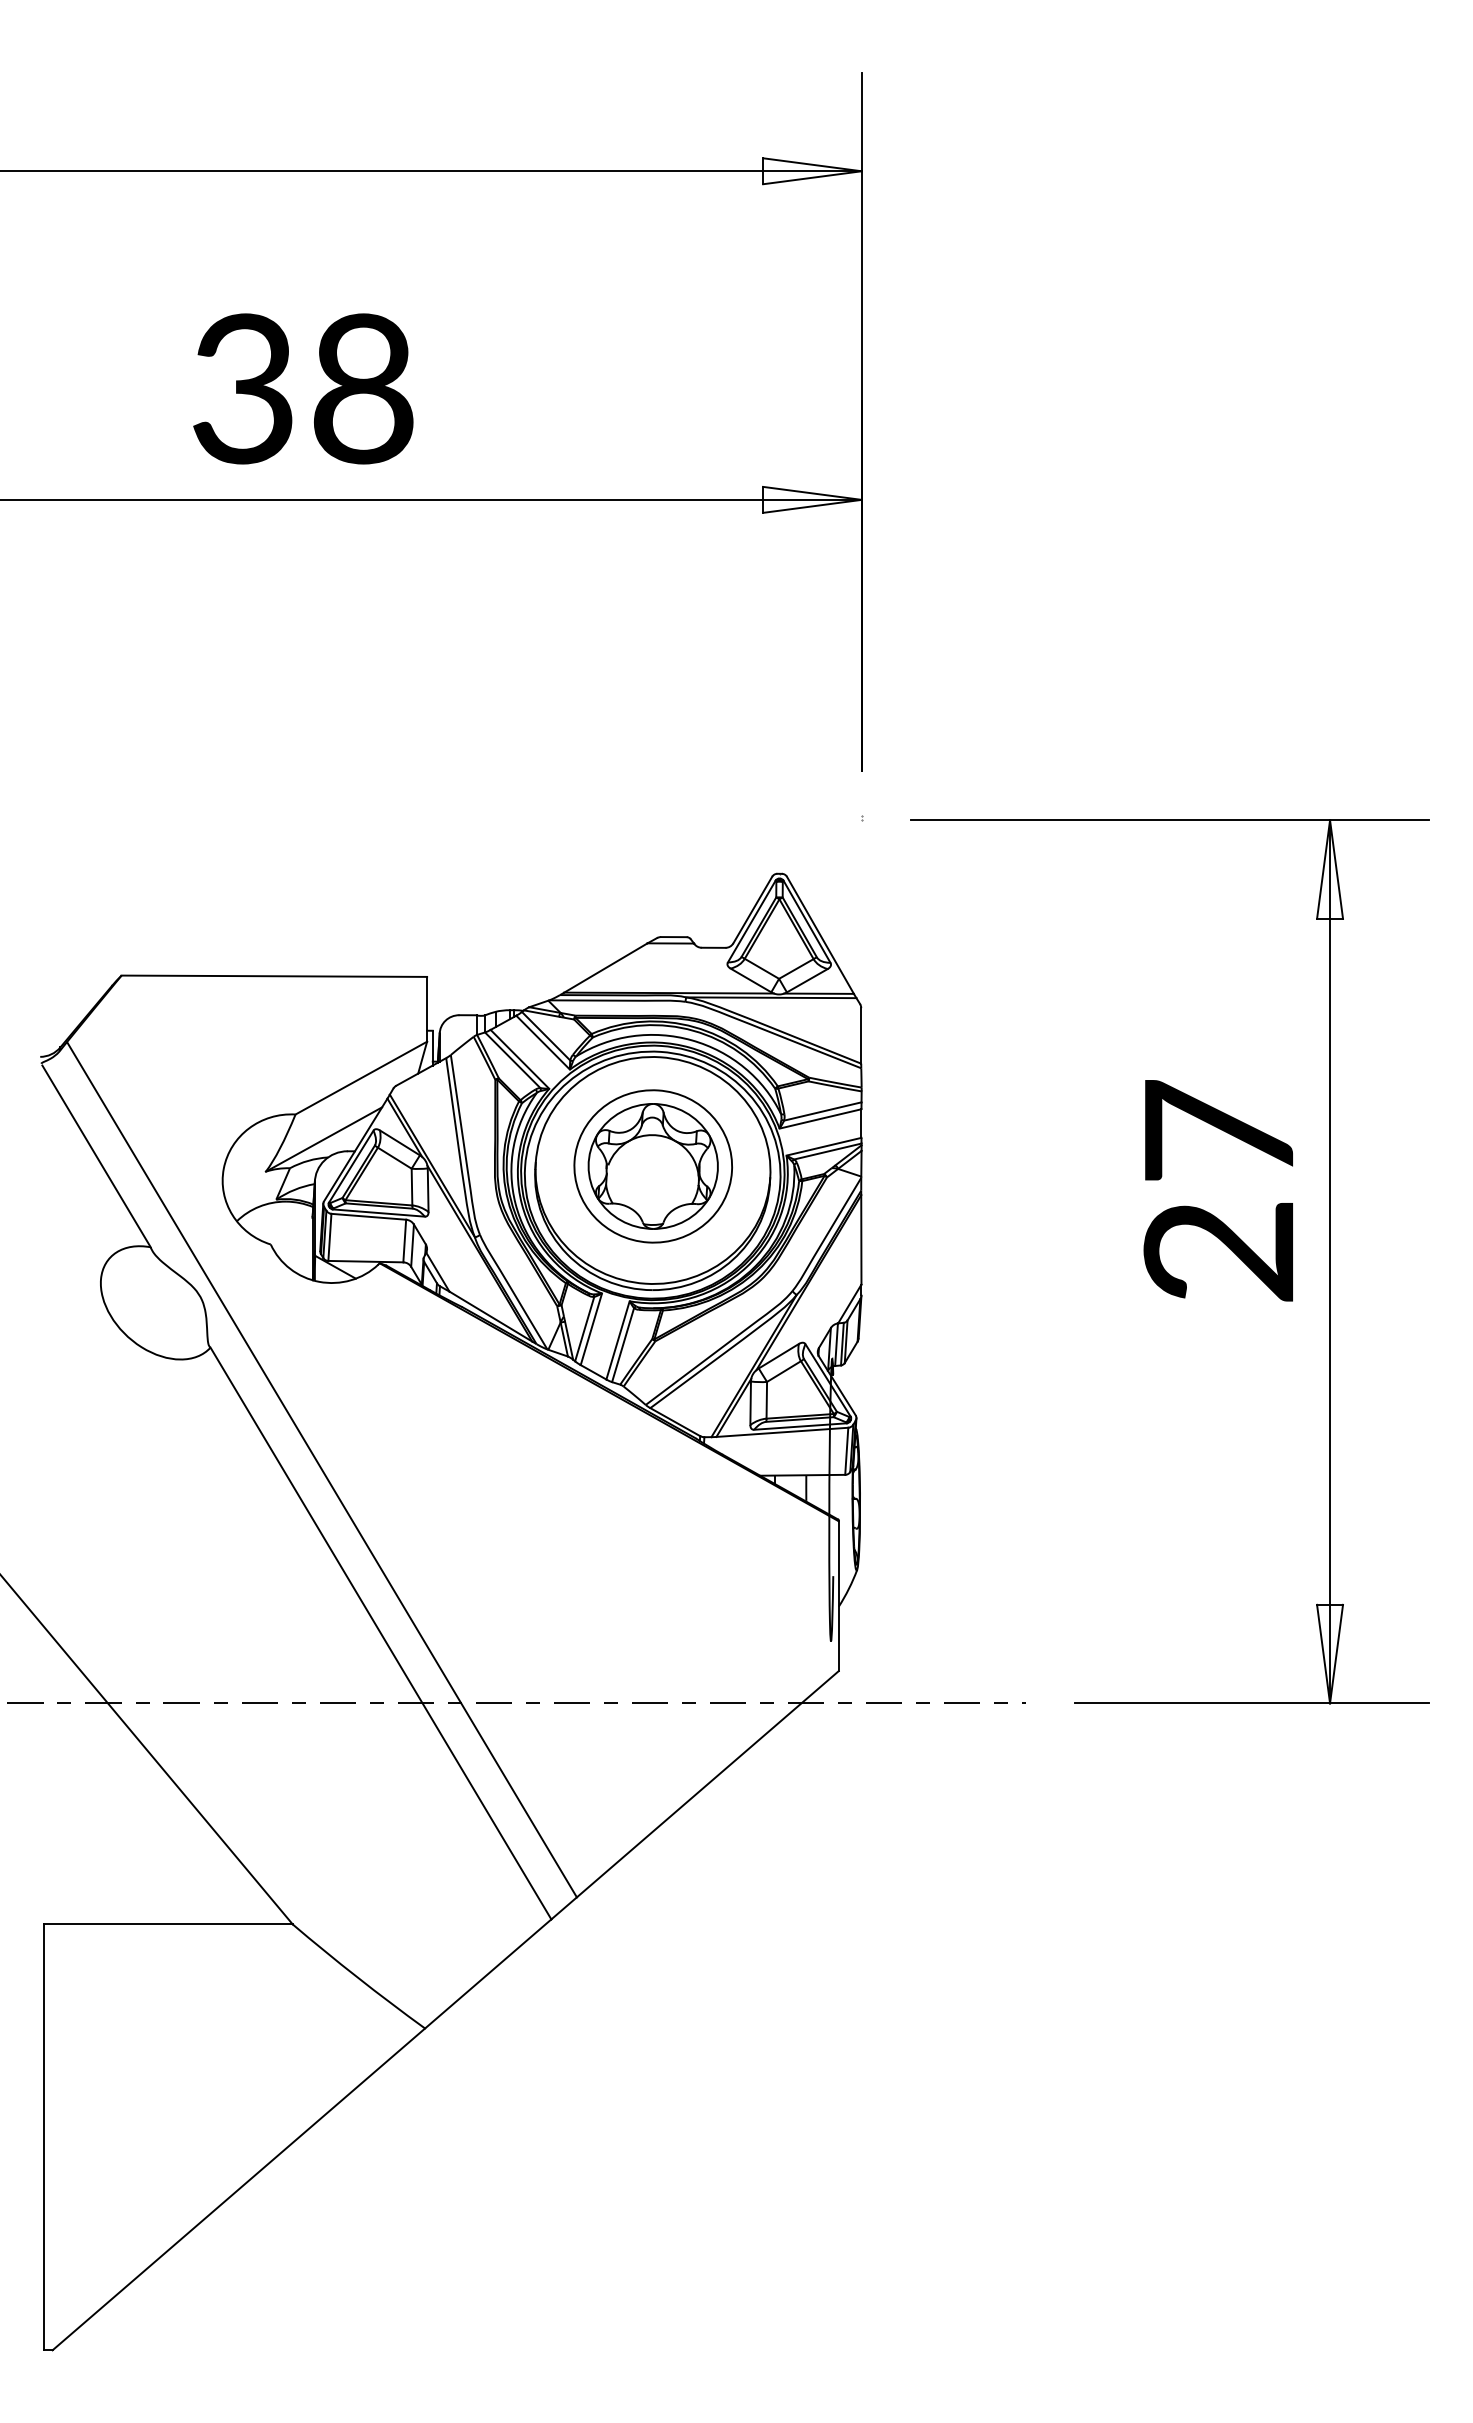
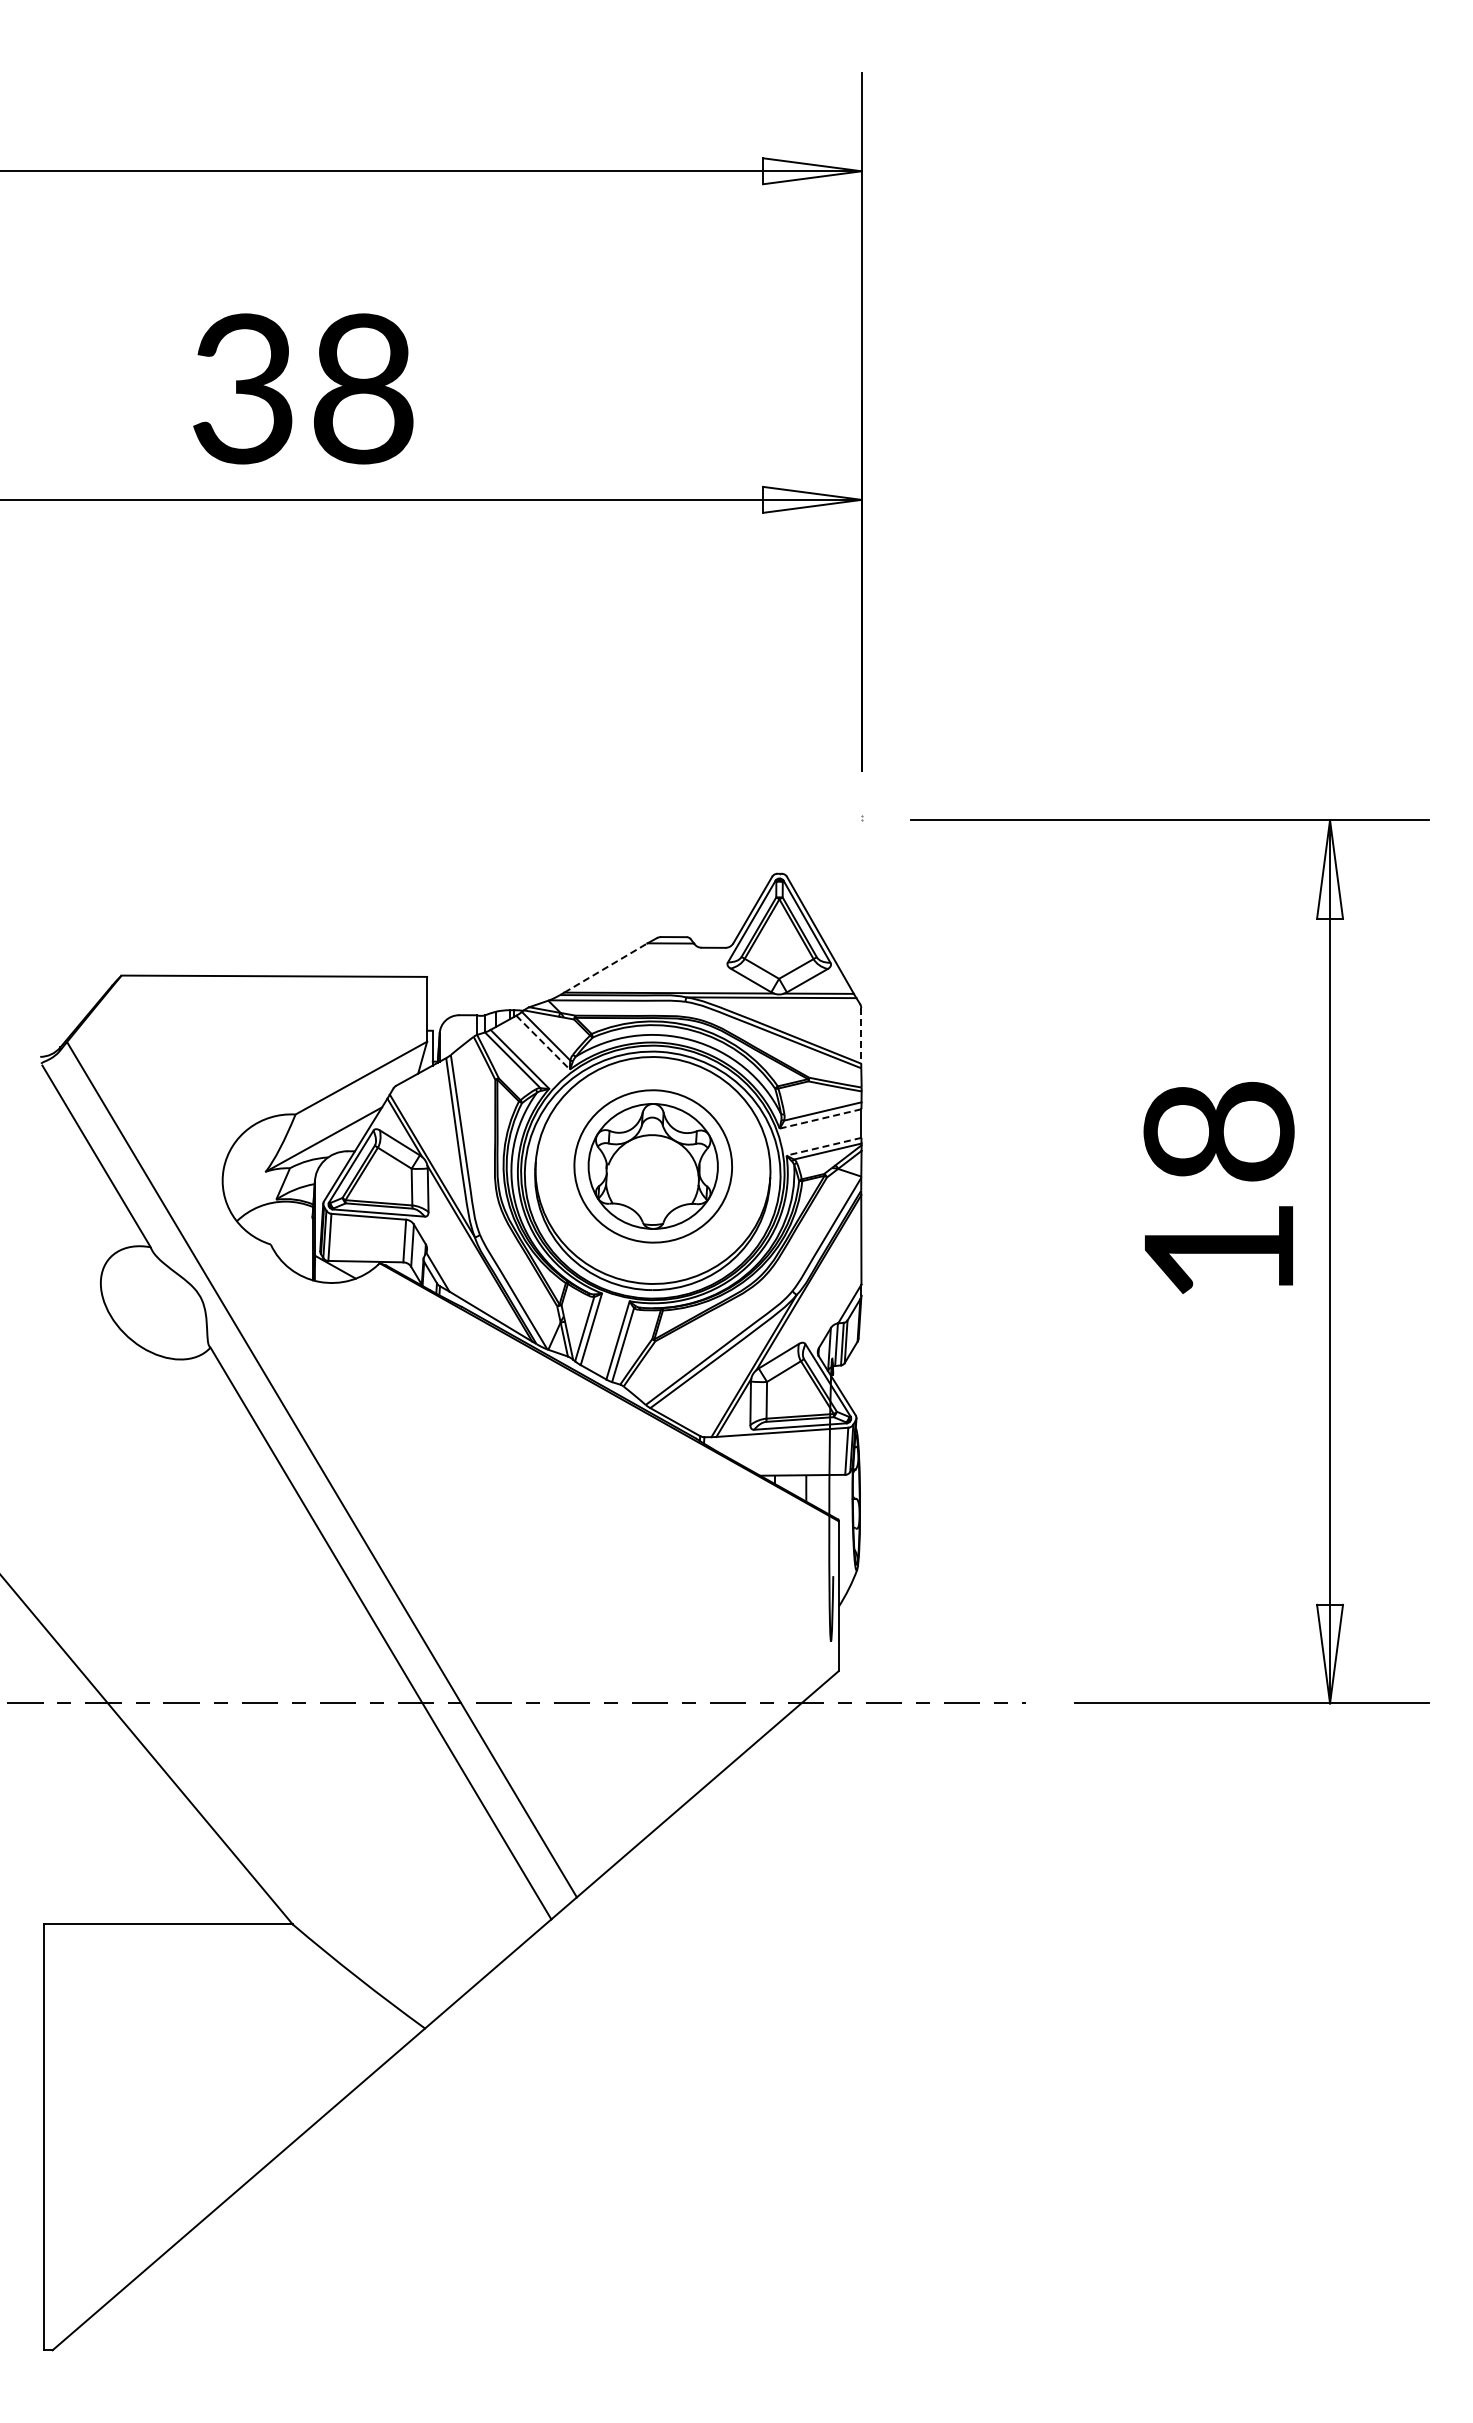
line at (606, 967): solid -> dashed
line at (861, 1035): solid -> dashed
line at (543, 1043): solid -> dashed
line at (821, 1118): solid -> dashed
line at (823, 1146): solid -> dashed
text at (1218, 1190): 27 -> 18
